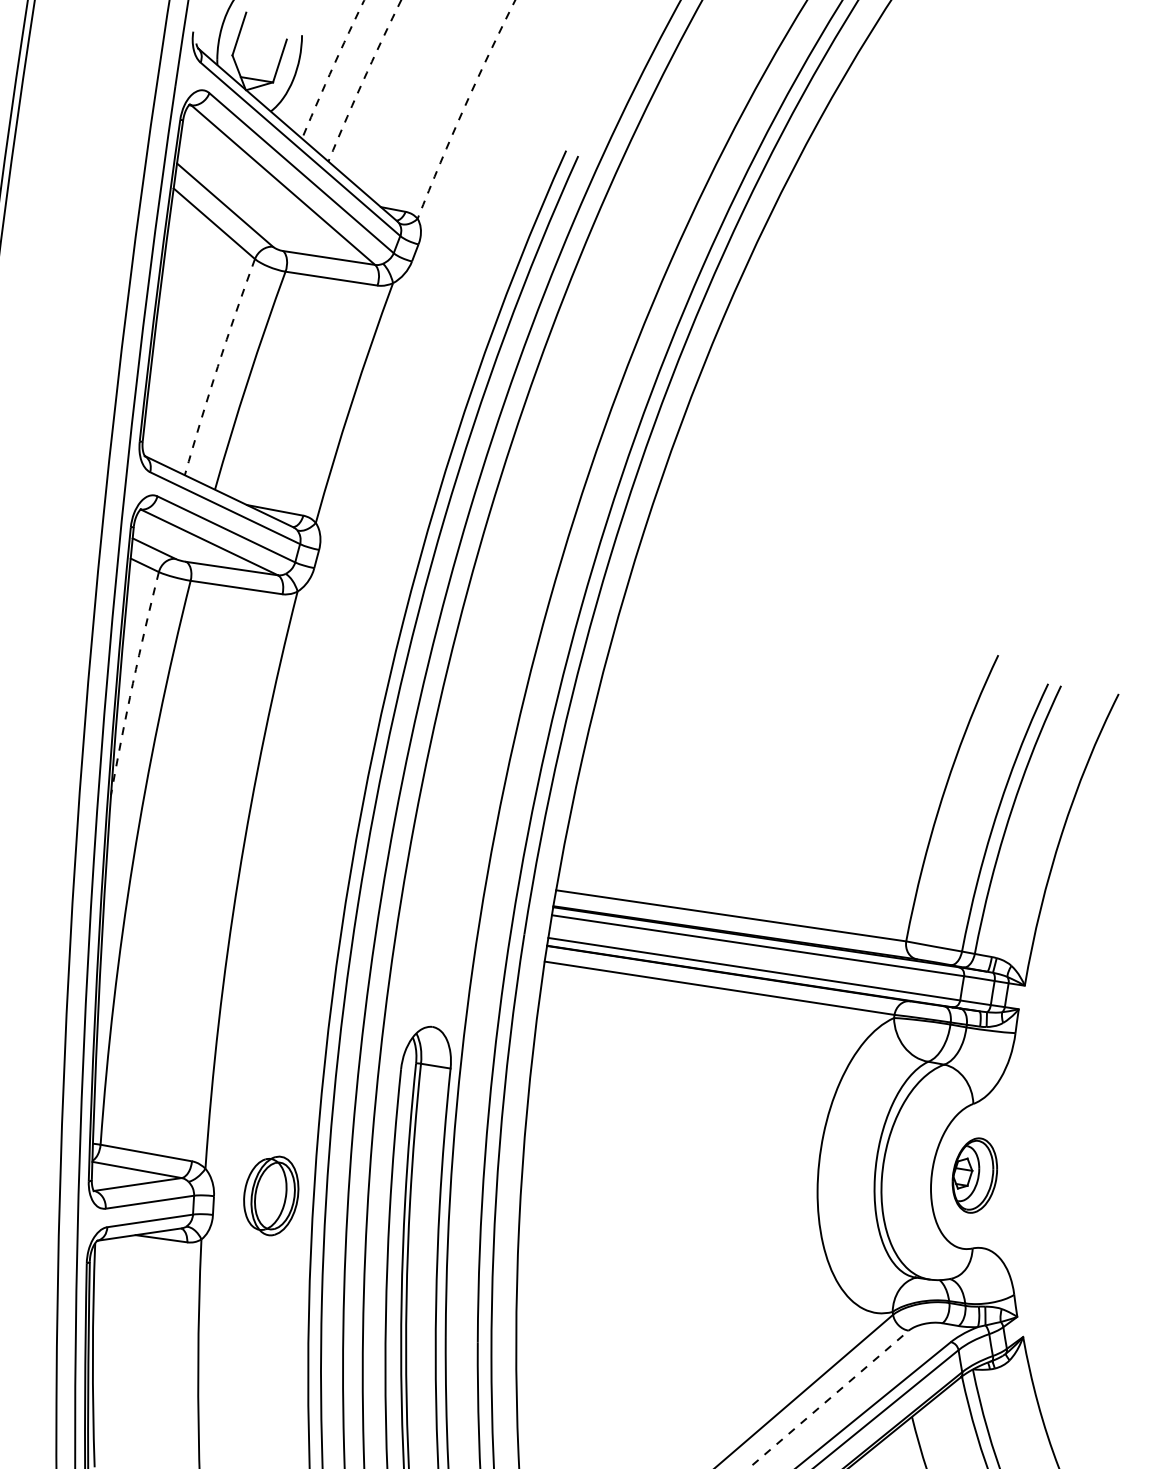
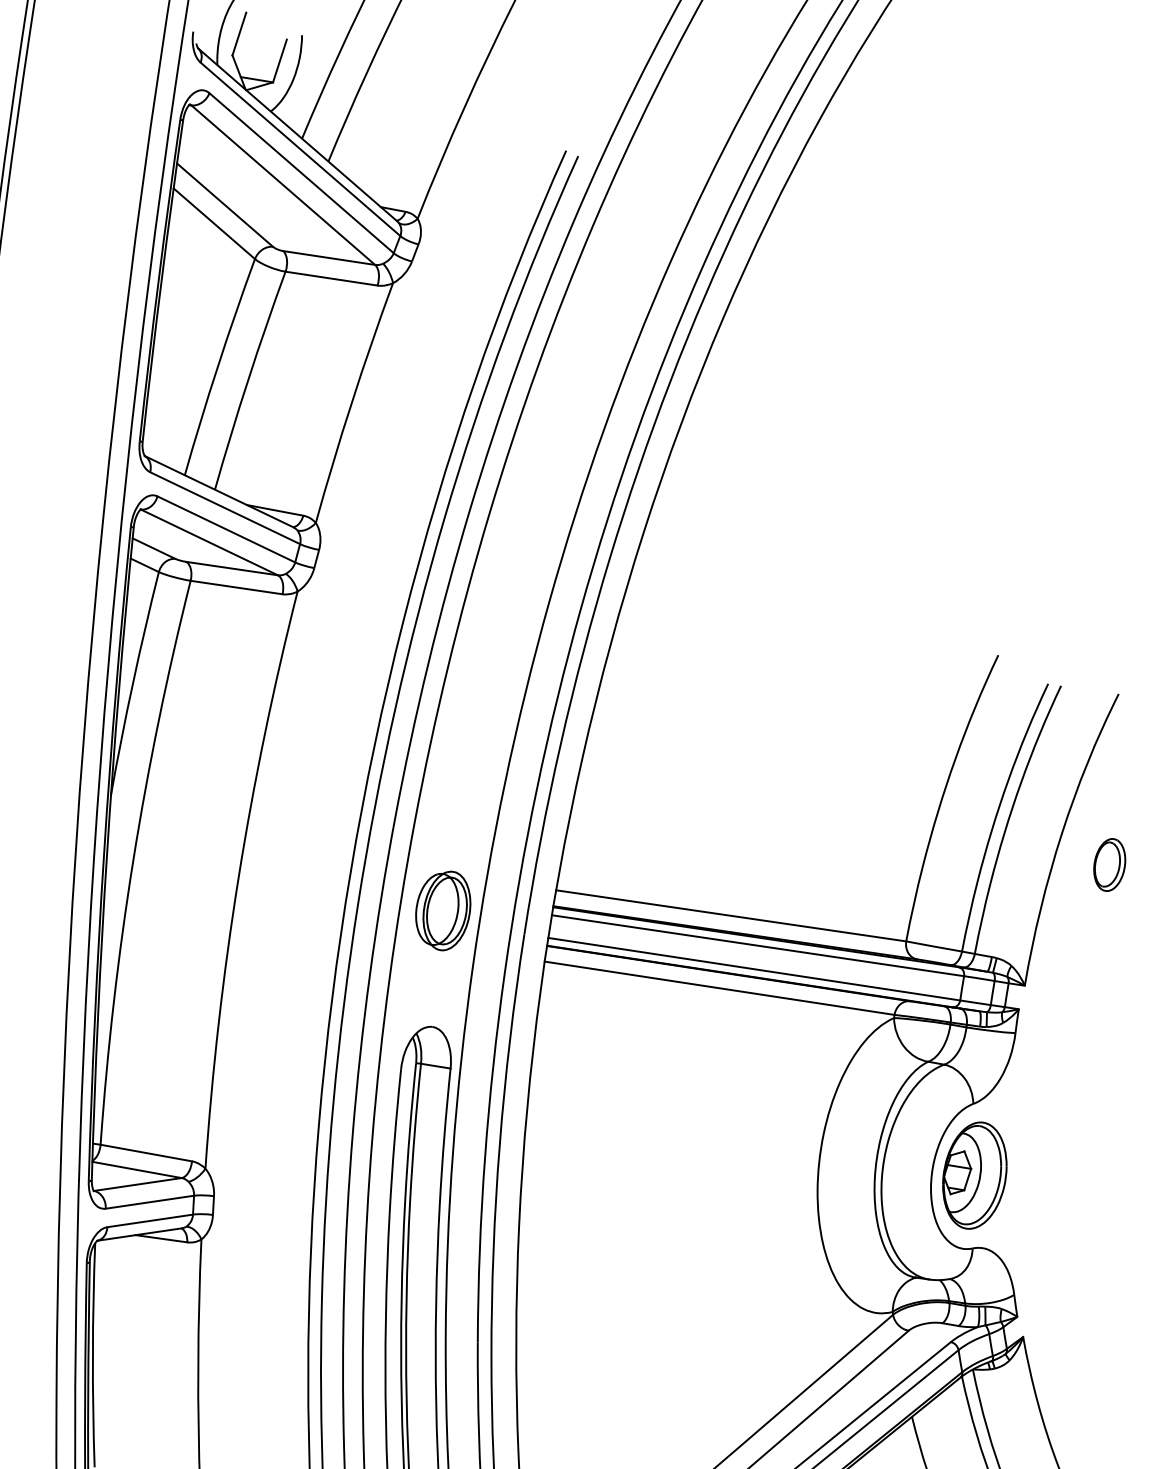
arc at (332, 68): dashed -> solid
arc at (363, 79): dashed -> solid
arc at (464, 108): dashed -> solid
arc at (217, 366): dashed -> solid
arc at (133, 683): dashed -> solid
part at (1109, 864): none -> present
part at (974, 1175) size: 47x77 px -> 66x109 px
part at (271, 1195) position: (271, 1195) -> (443, 910)
line at (828, 1399): dashed -> solid
